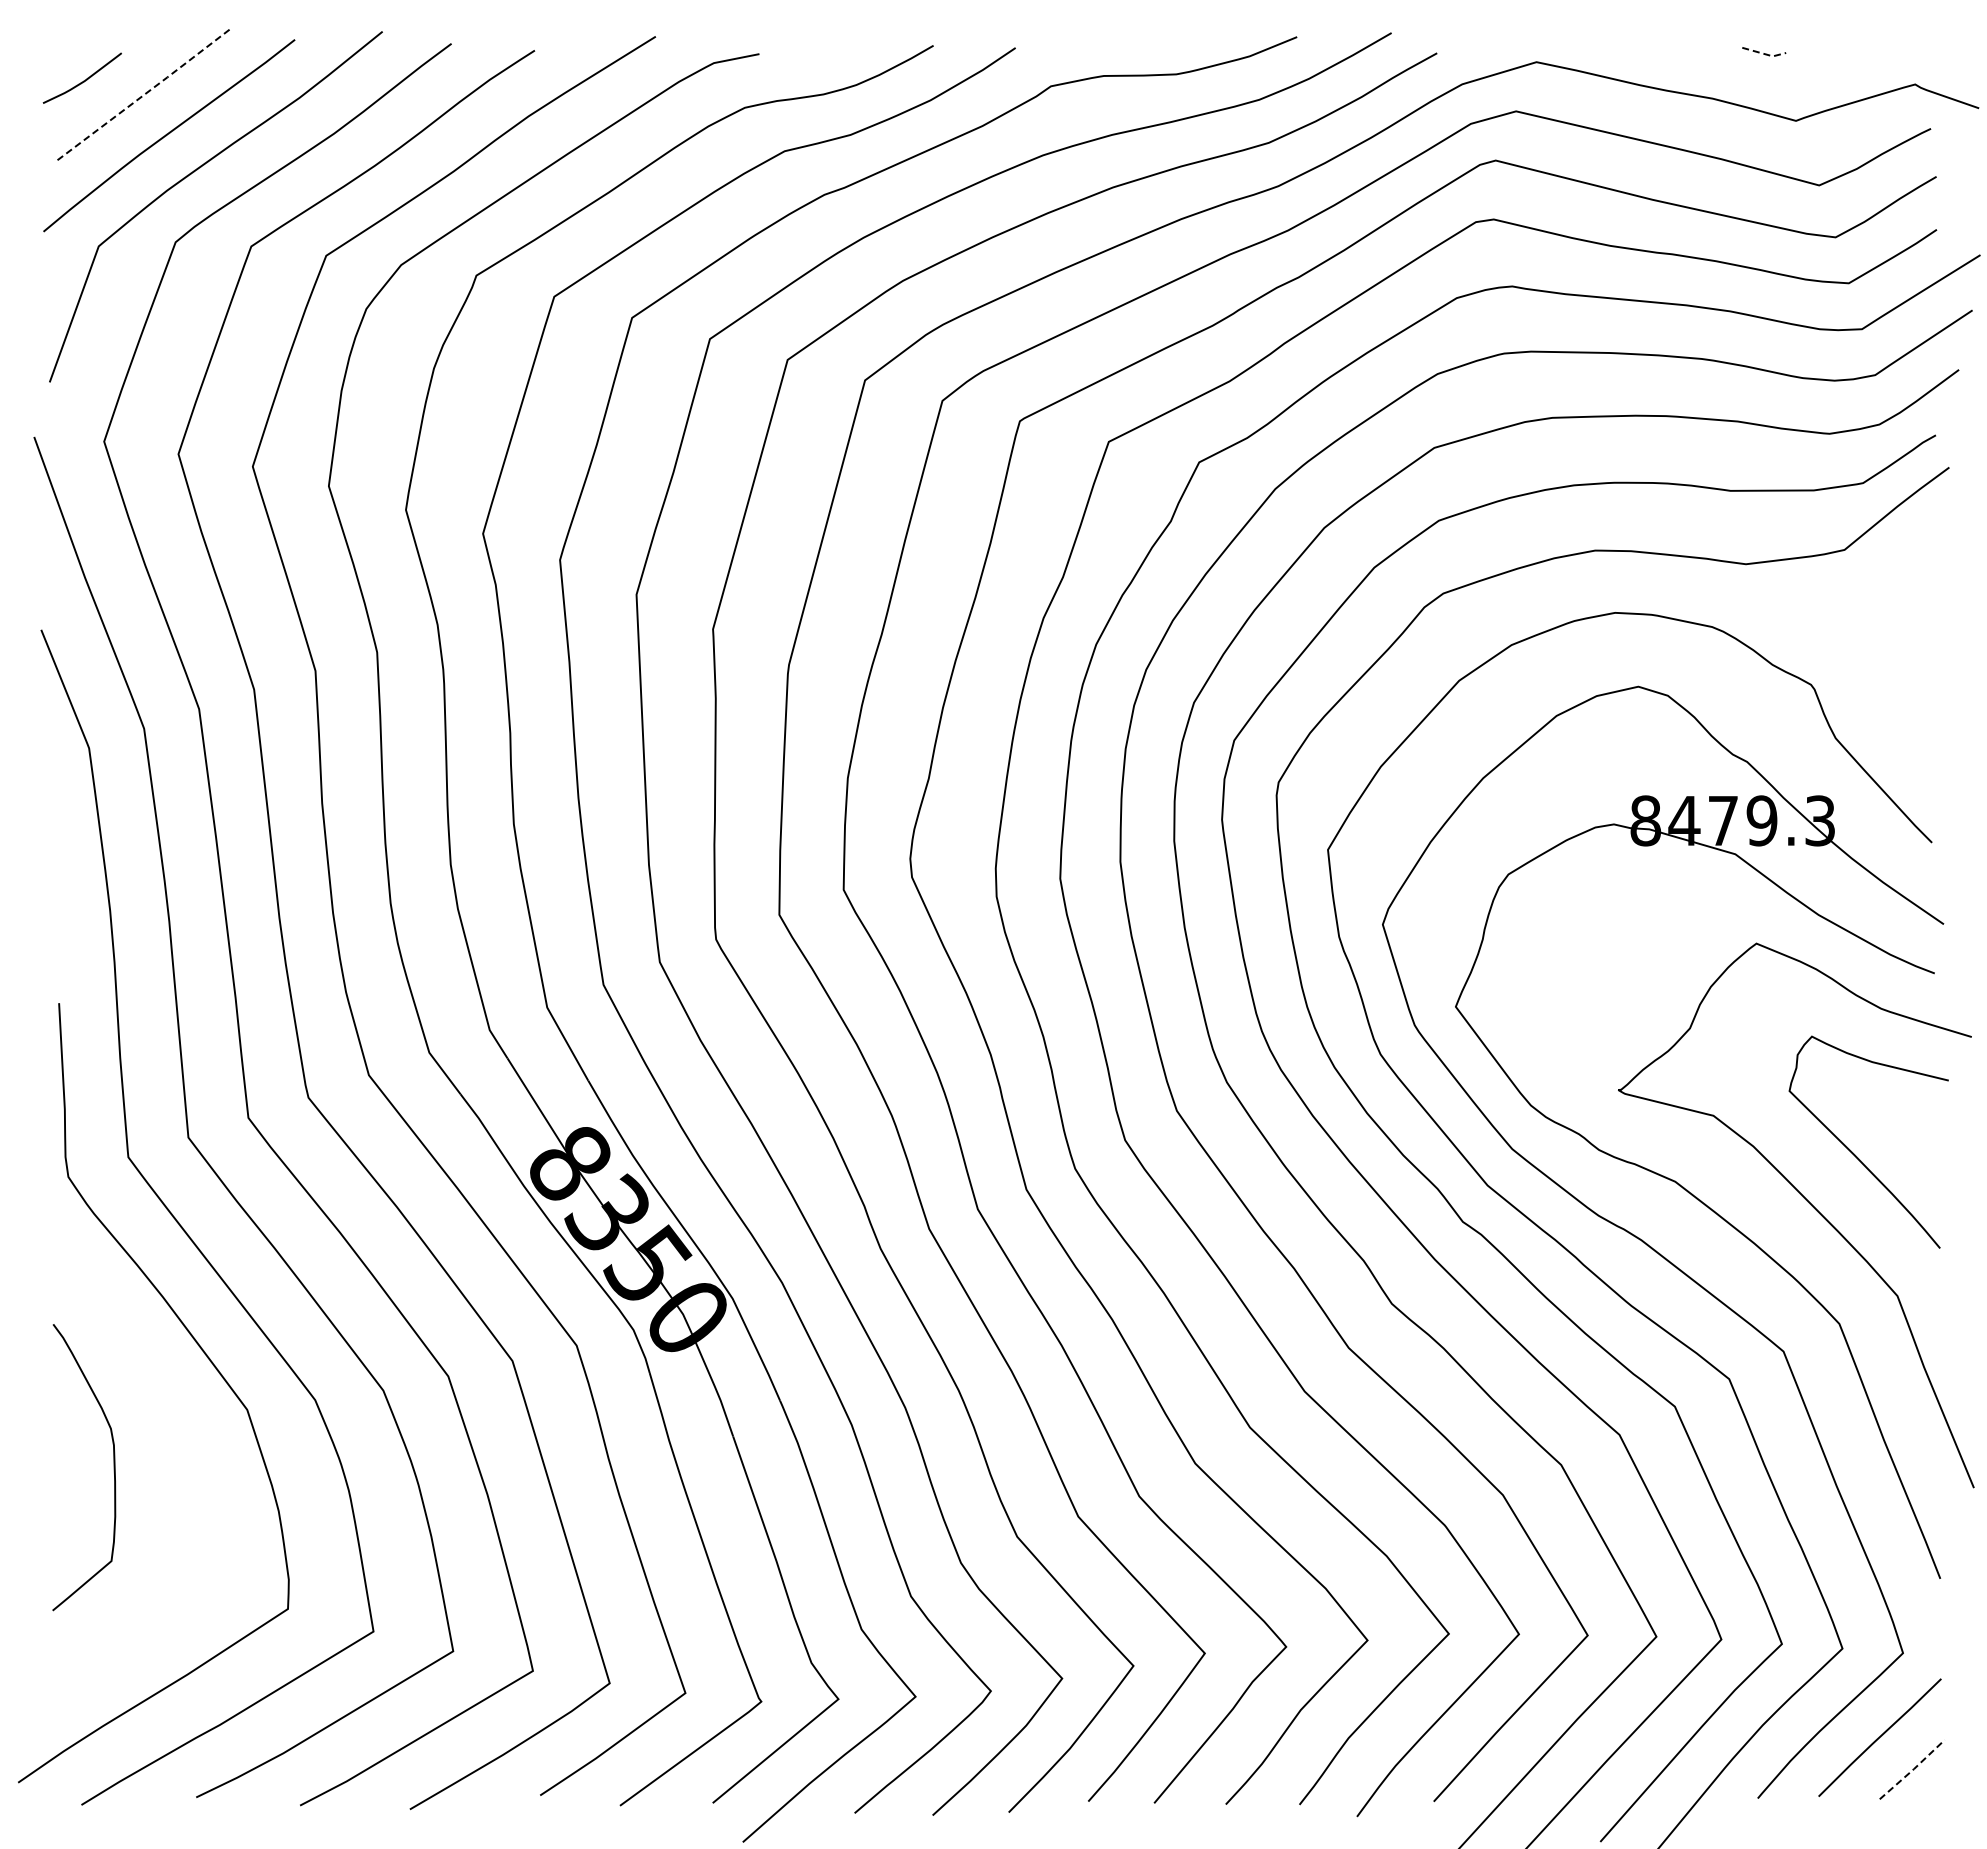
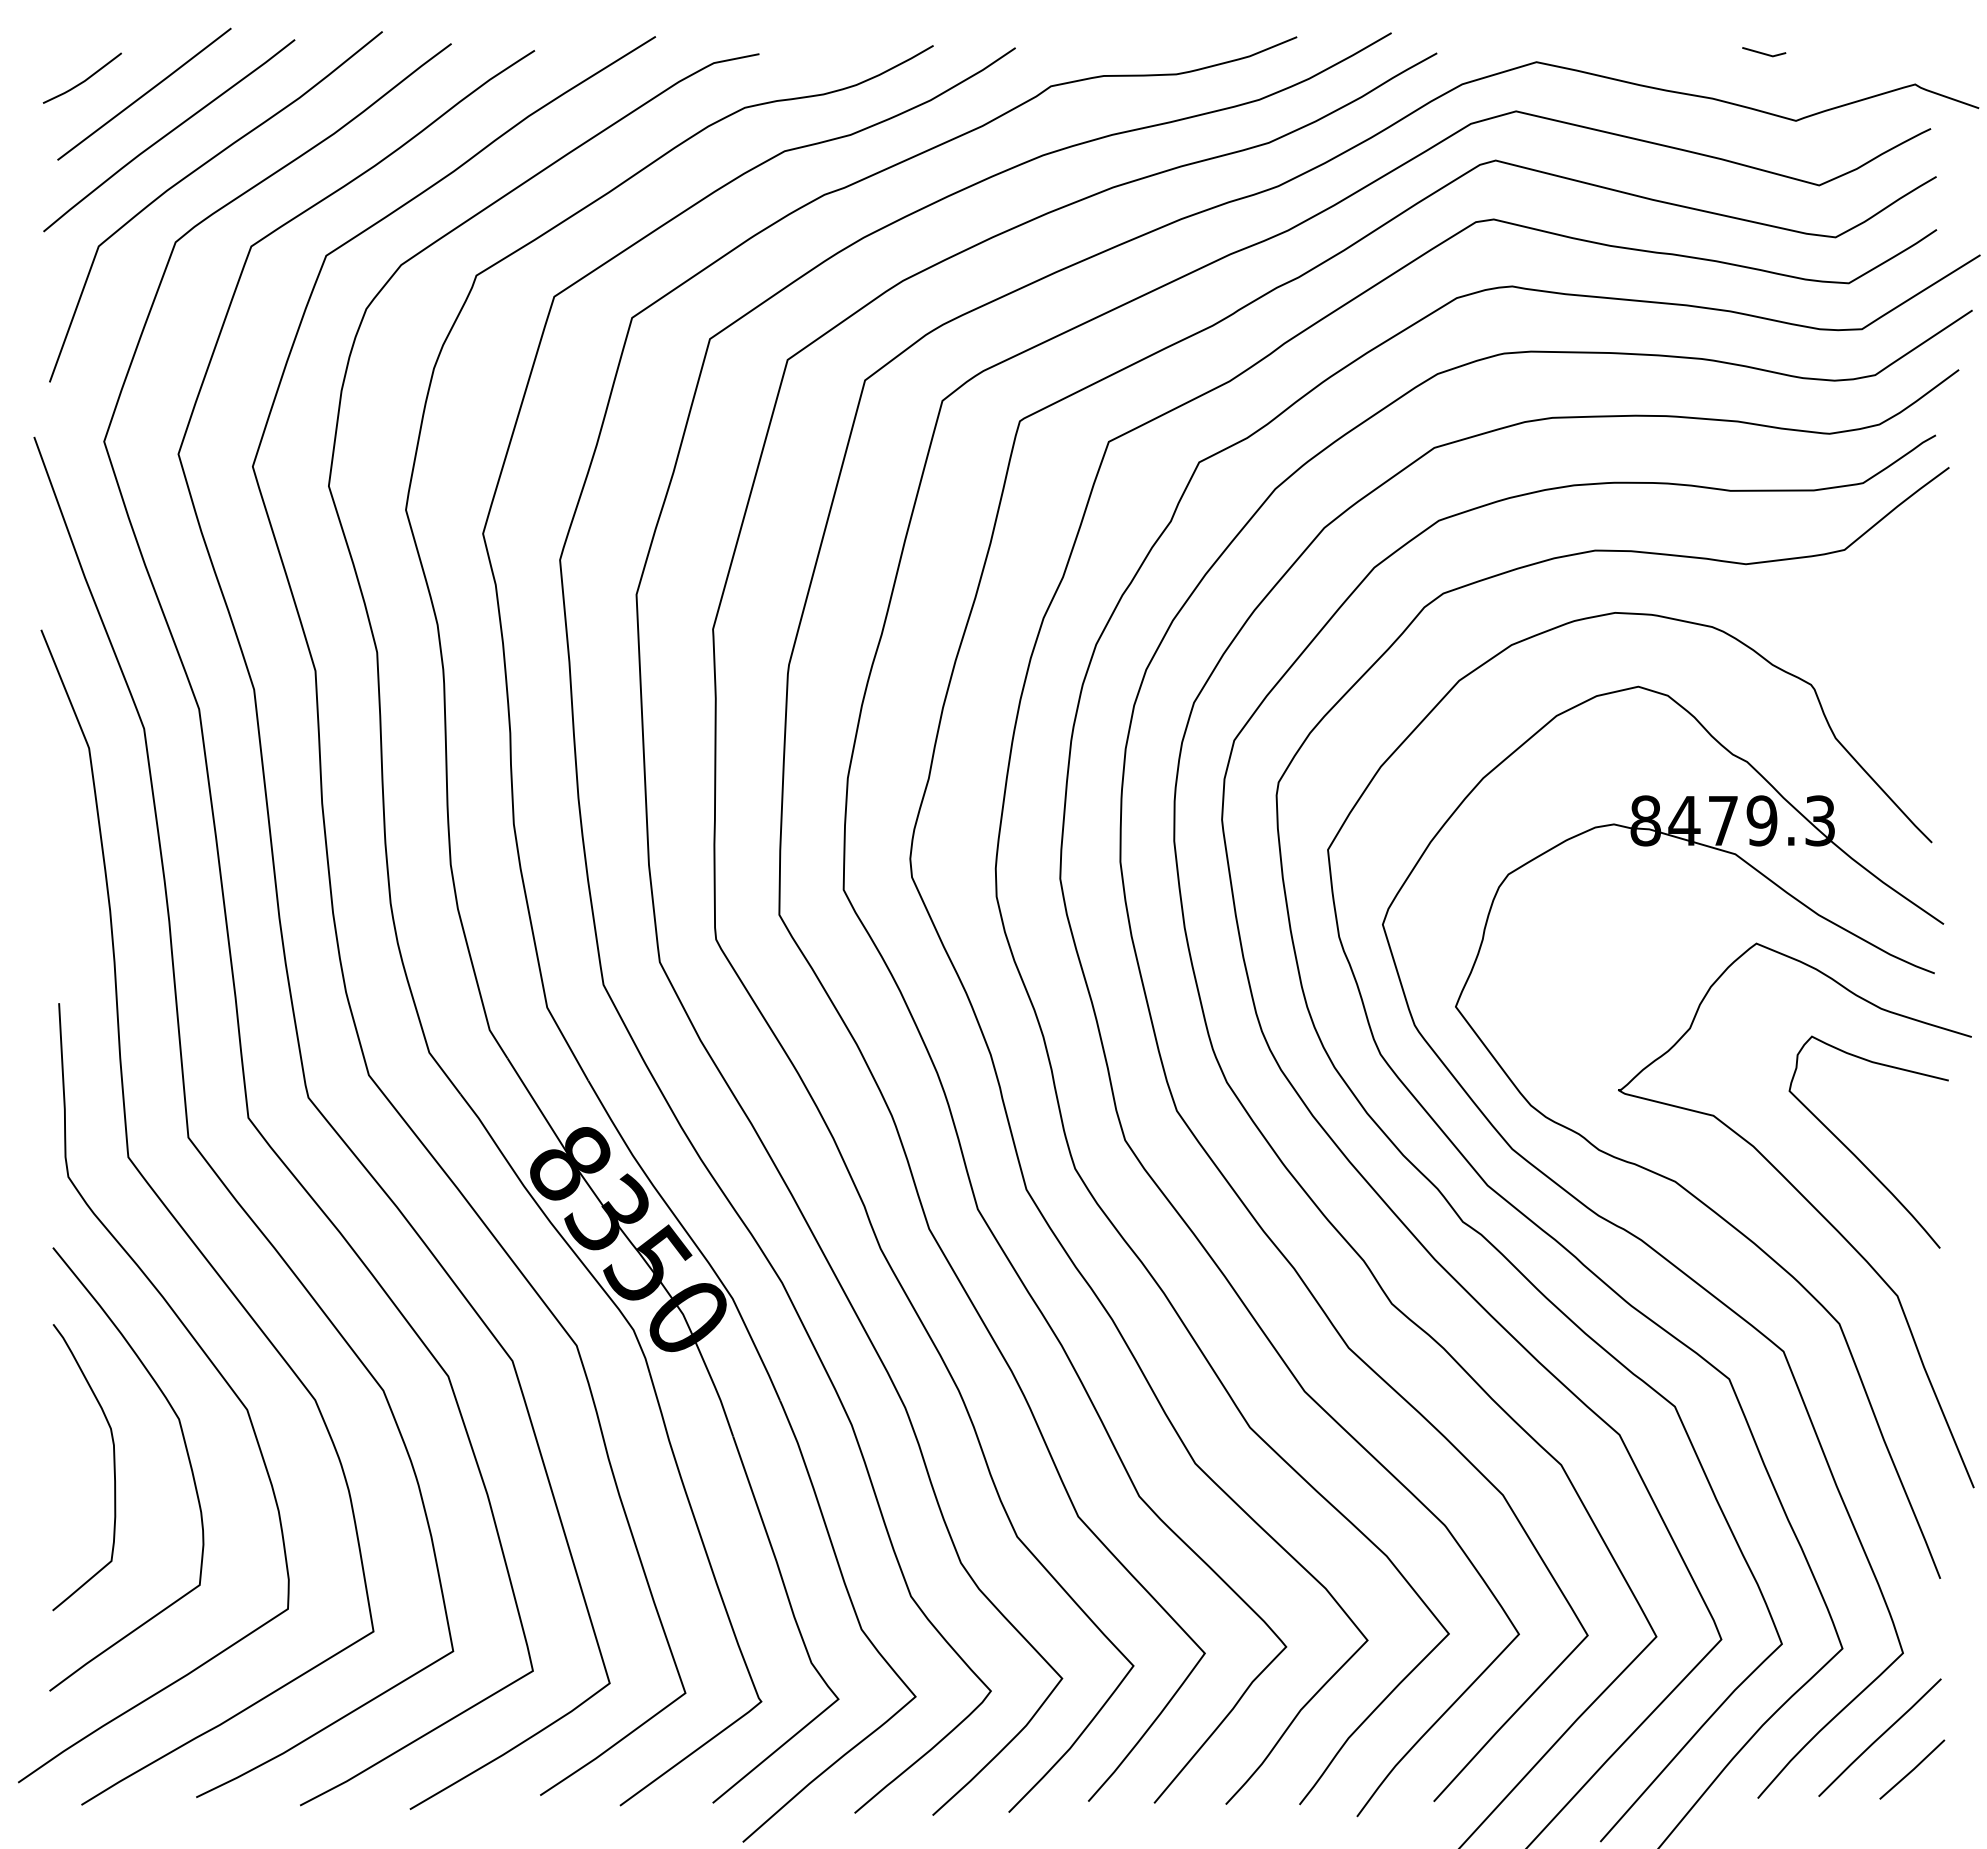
line at (1765, 54): dashed -> solid
line at (145, 94): dashed -> solid
curve at (186, 1453): none -> present
line at (1913, 1769): dashed -> solid
